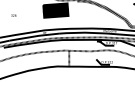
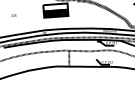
fill at (55, 7): present -> none
